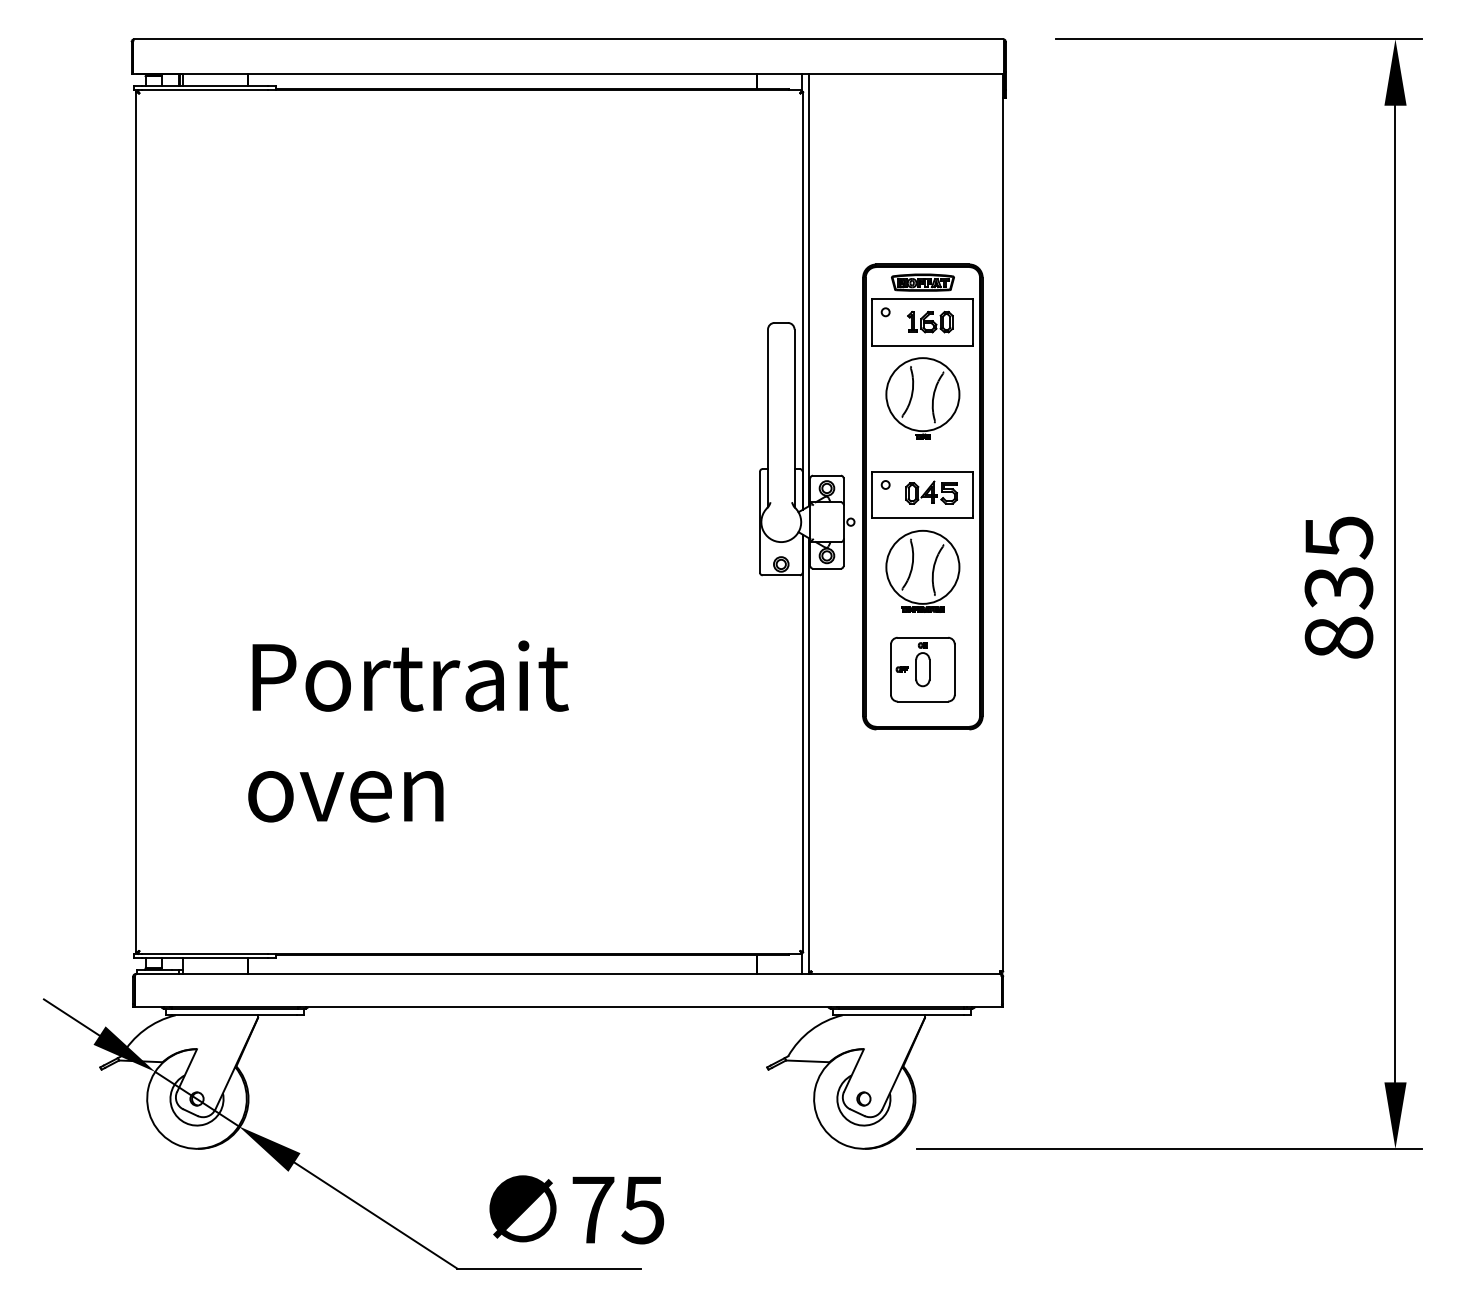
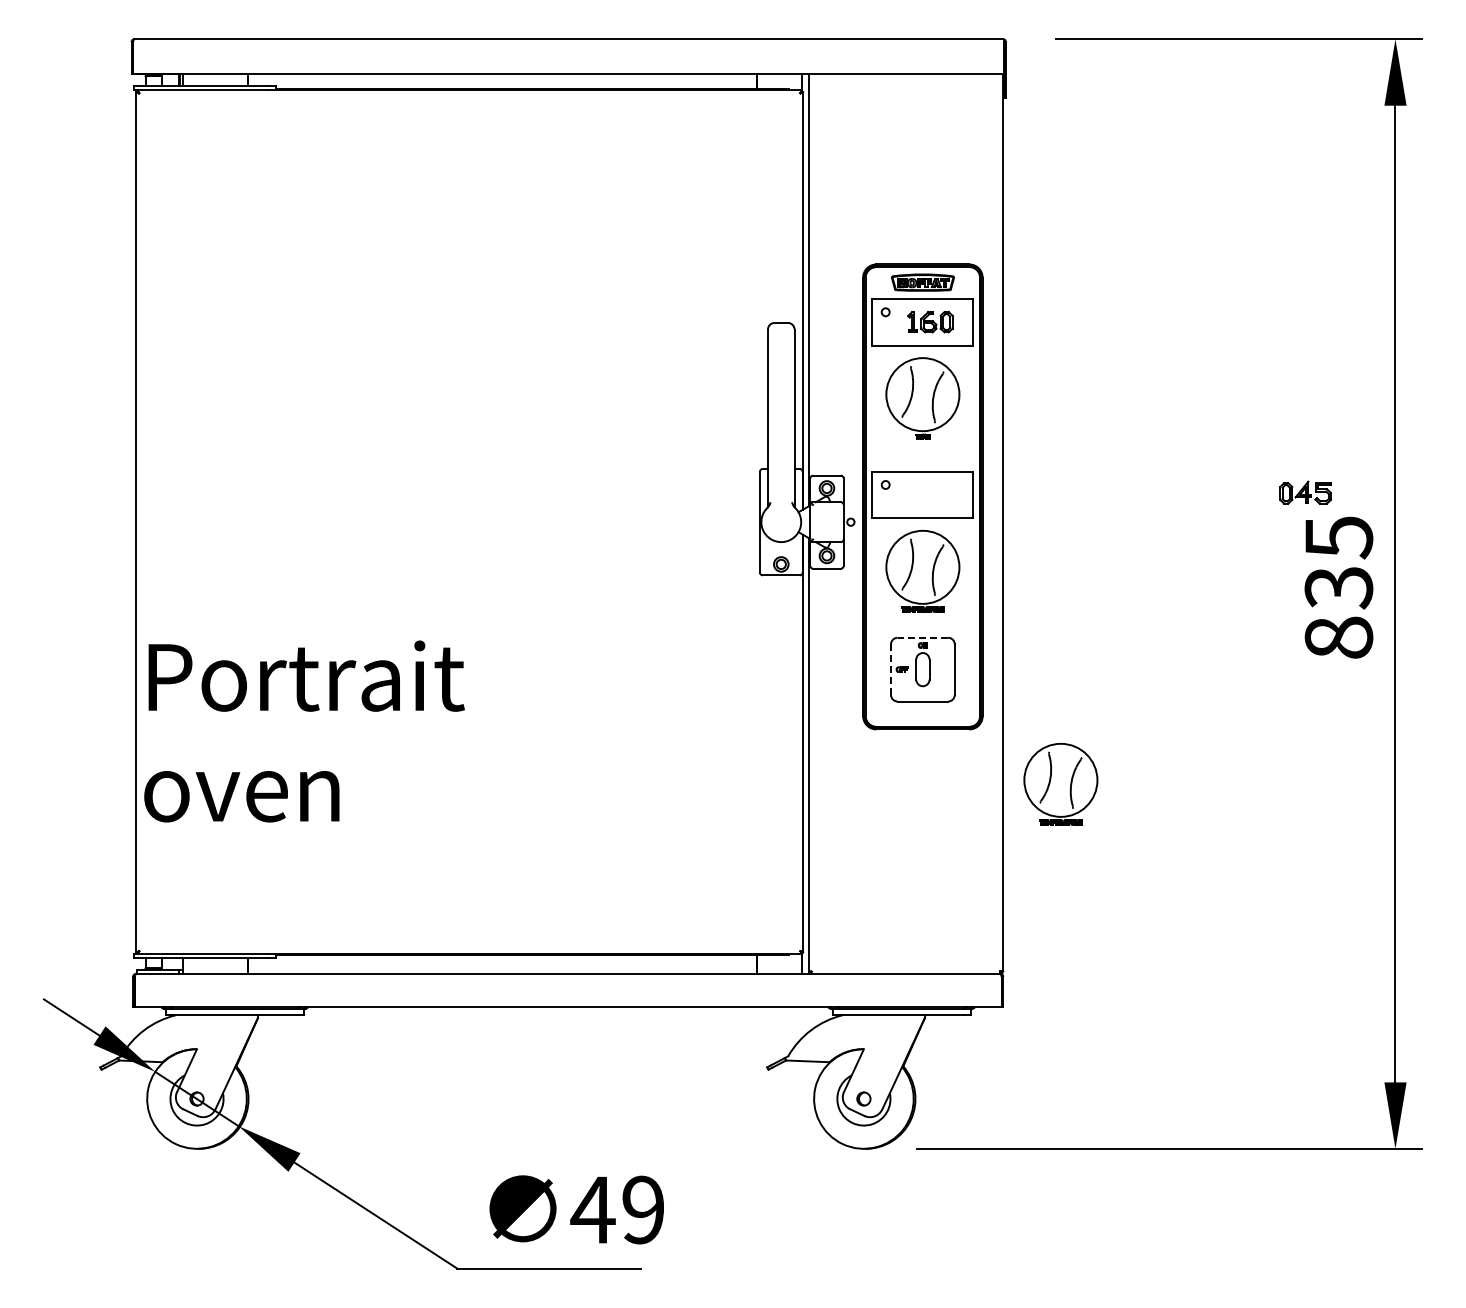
part at (931, 492) position: (931, 492) -> (1305, 492)
line at (922, 637): solid -> dashed
line at (891, 670): solid -> dashed
text at (408, 731) position: (408, 731) -> (304, 731)
part at (1060, 784): none -> present
text at (617, 1209): 75 -> 49
